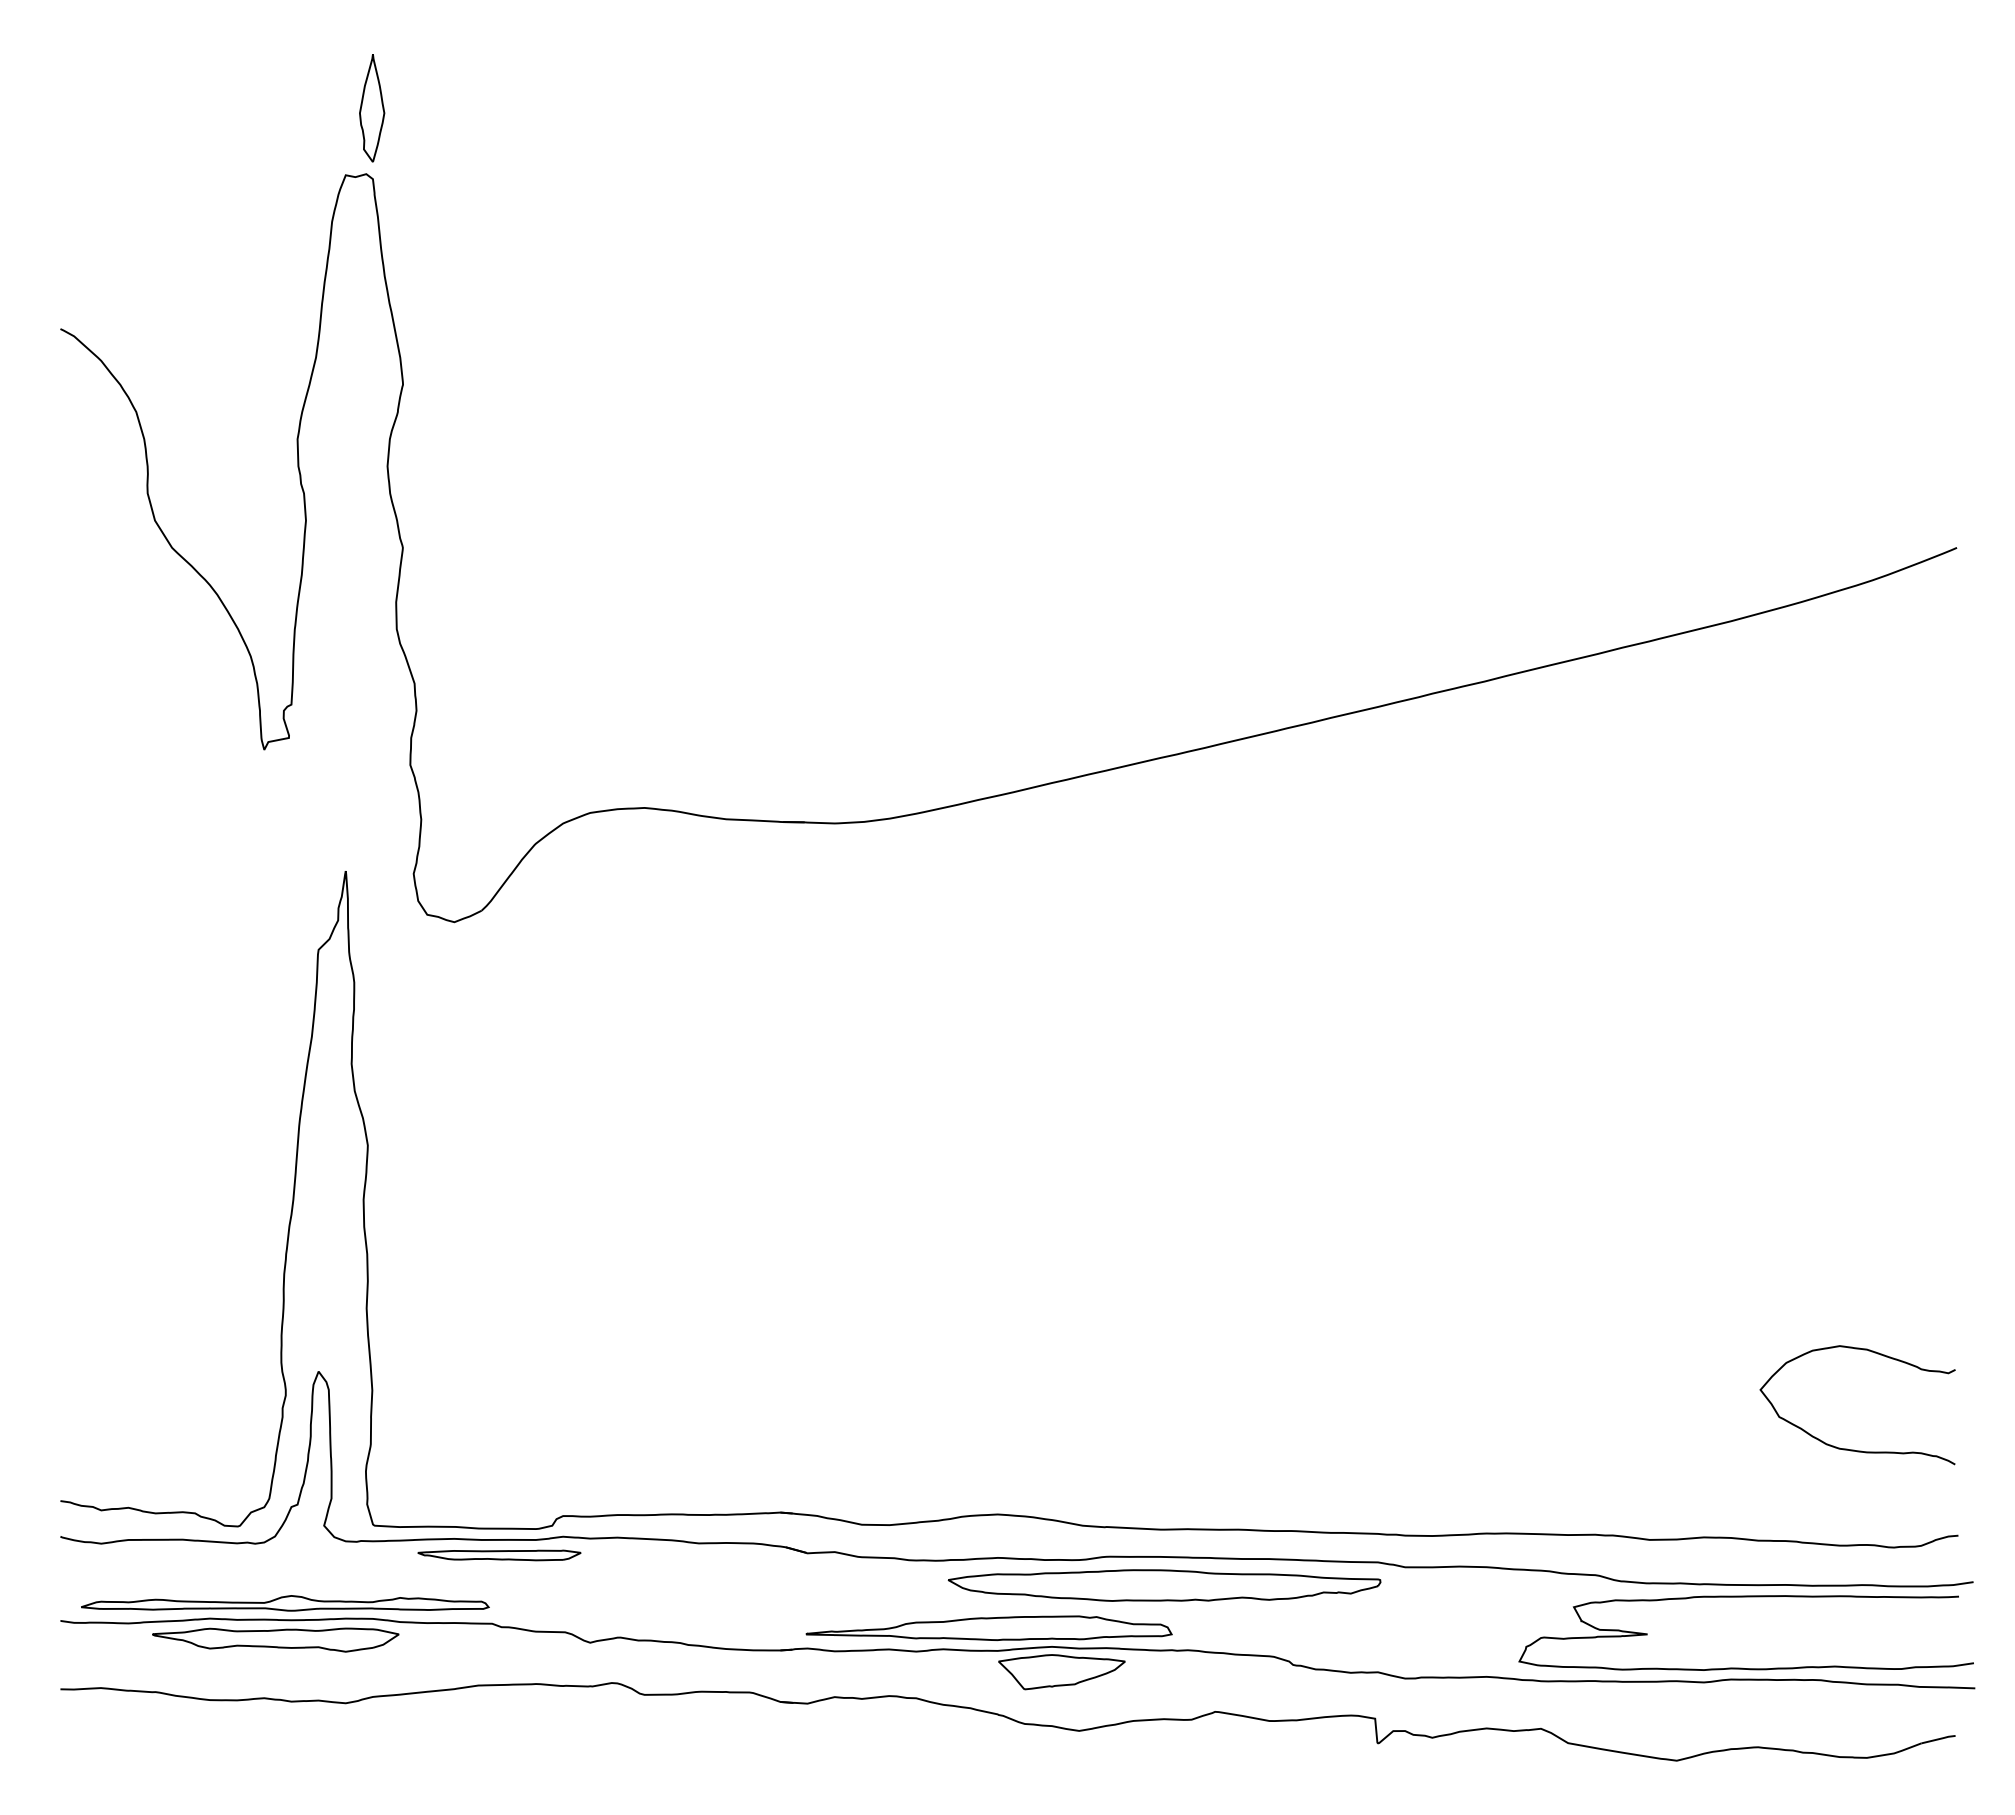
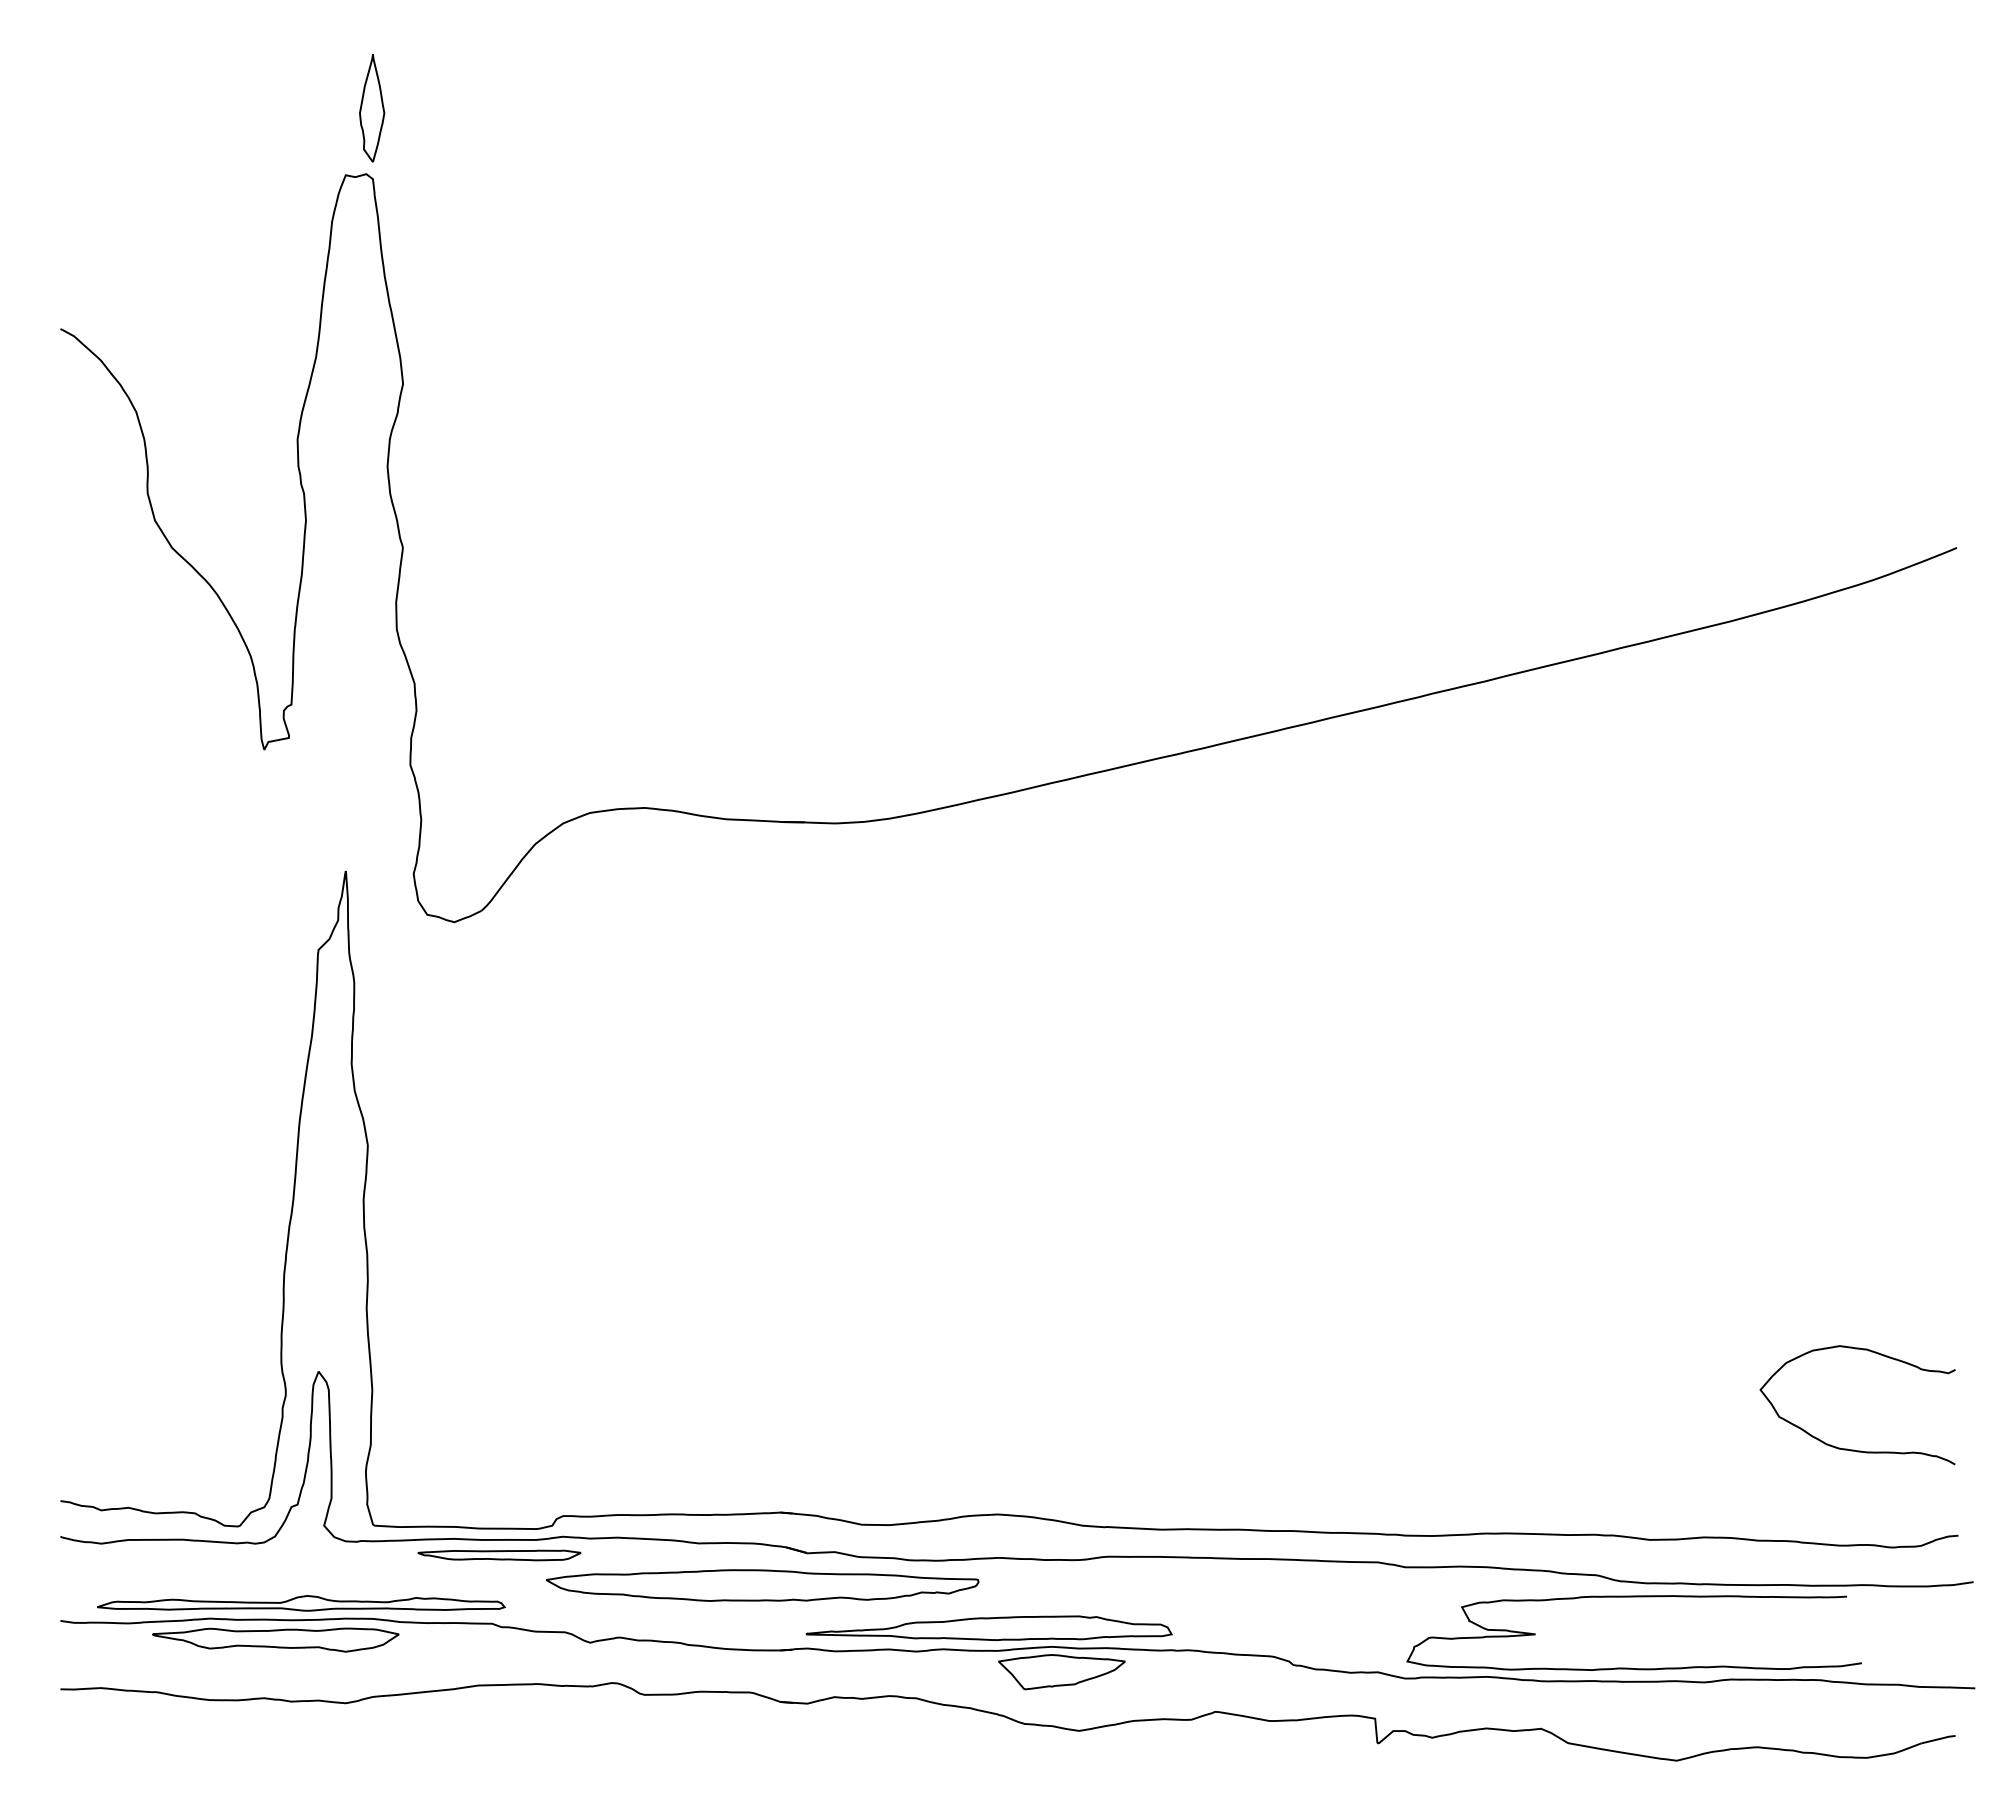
part at (1164, 1585) position: (1164, 1585) -> (762, 1585)
curve at (1745, 1597) position: (1745, 1597) -> (1633, 1597)
part at (285, 1603) position: (285, 1603) -> (301, 1603)
